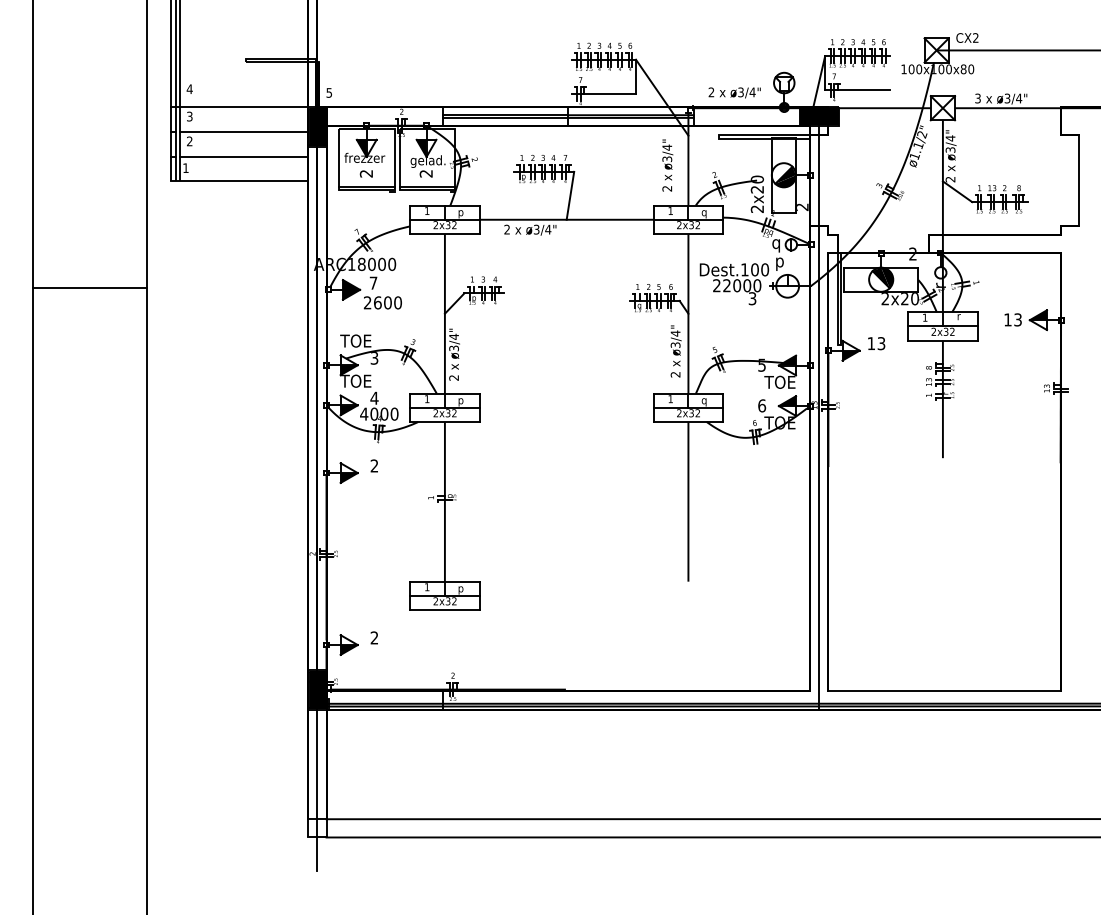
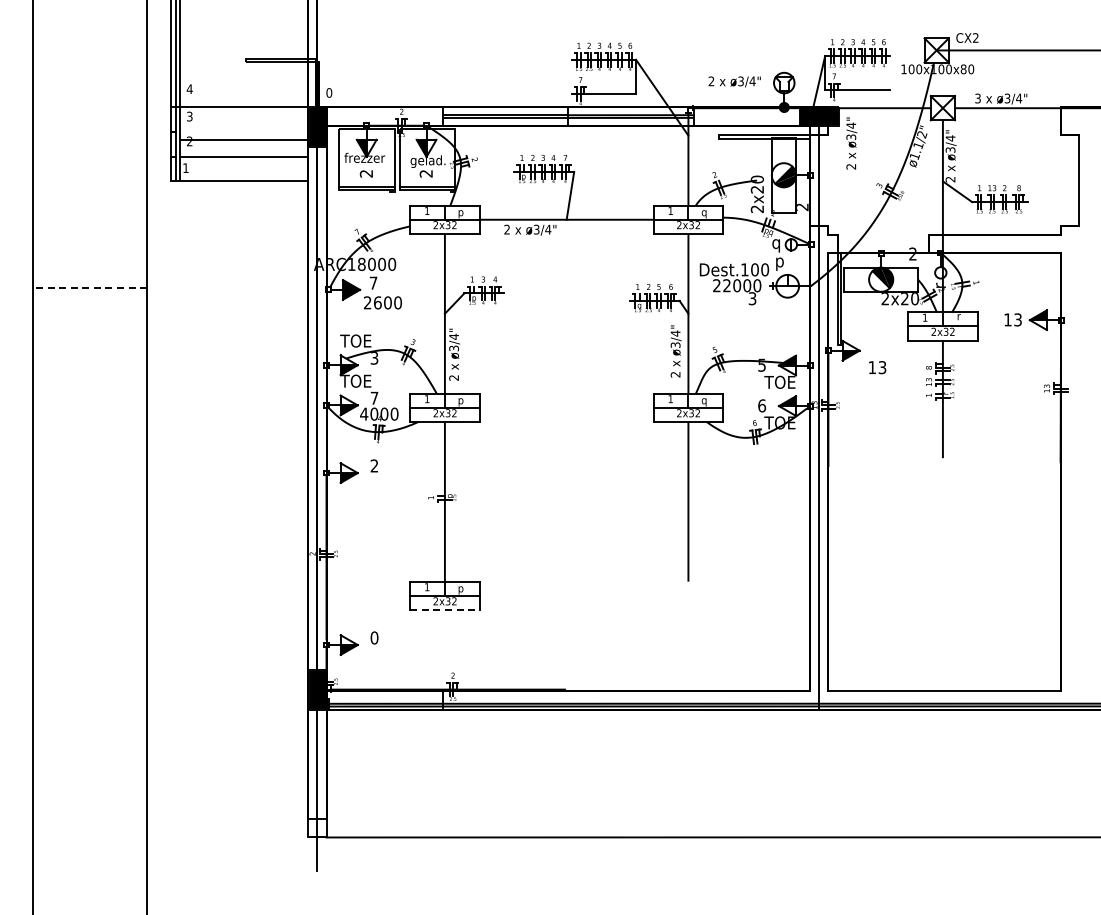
text at (329, 92): 5 -> 0
text at (734, 92) position: (734, 92) -> (734, 81)
line at (243, 132) position: (243, 132) -> (243, 140)
text at (667, 165) position: (667, 165) -> (851, 143)
line at (89, 287): solid -> dashed
text at (876, 343) position: (876, 343) -> (877, 367)
text at (374, 397): 4 -> 7
line at (444, 610): solid -> dashed
text at (374, 637): 2 -> 0
line at (711, 819): present -> none
